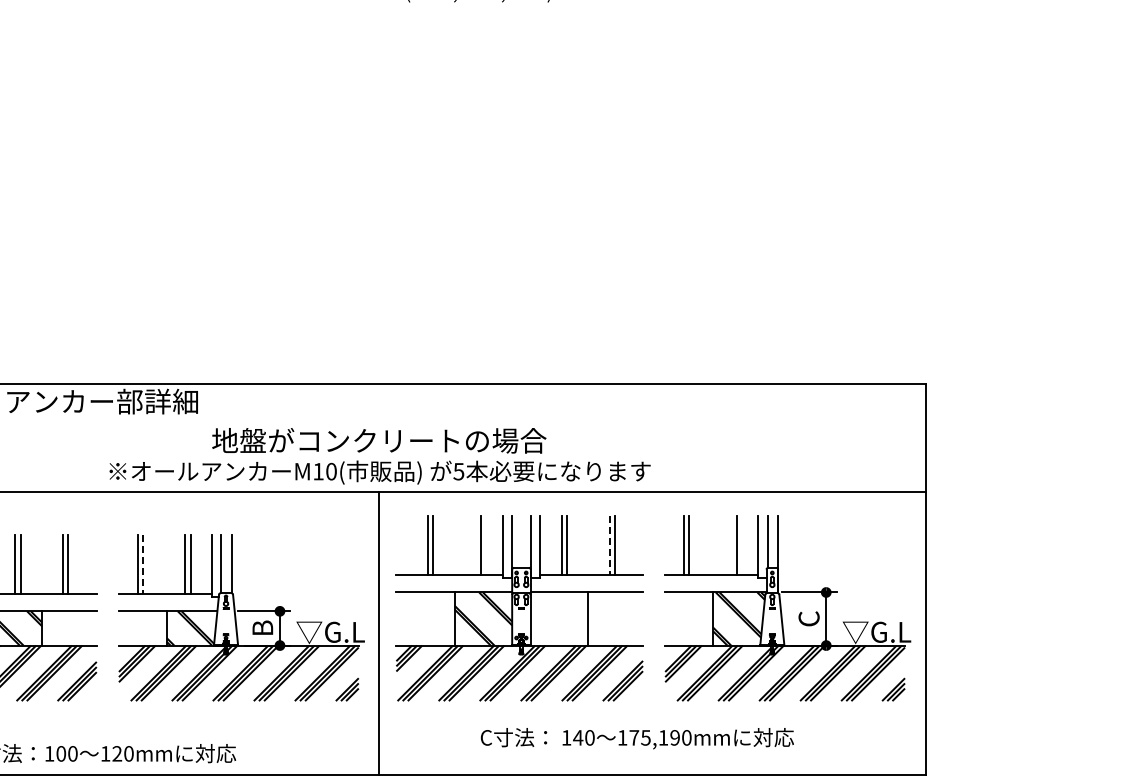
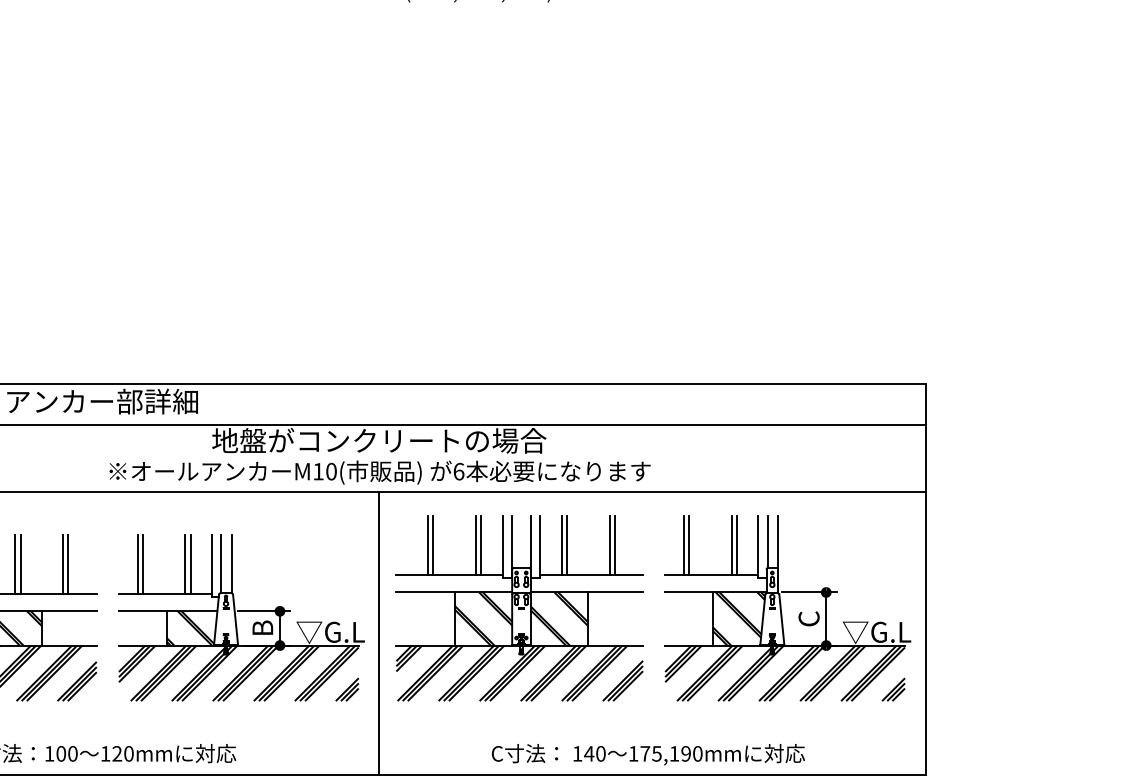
line at (463, 425): none -> present
text at (458, 471): 5 -> 6
line at (476, 545): none -> present
line at (609, 545): dashed -> solid
line at (731, 545): none -> present
line at (142, 564): dashed -> solid
hatch at (559, 618): none -> present
text at (636, 738) position: (636, 738) -> (647, 754)
